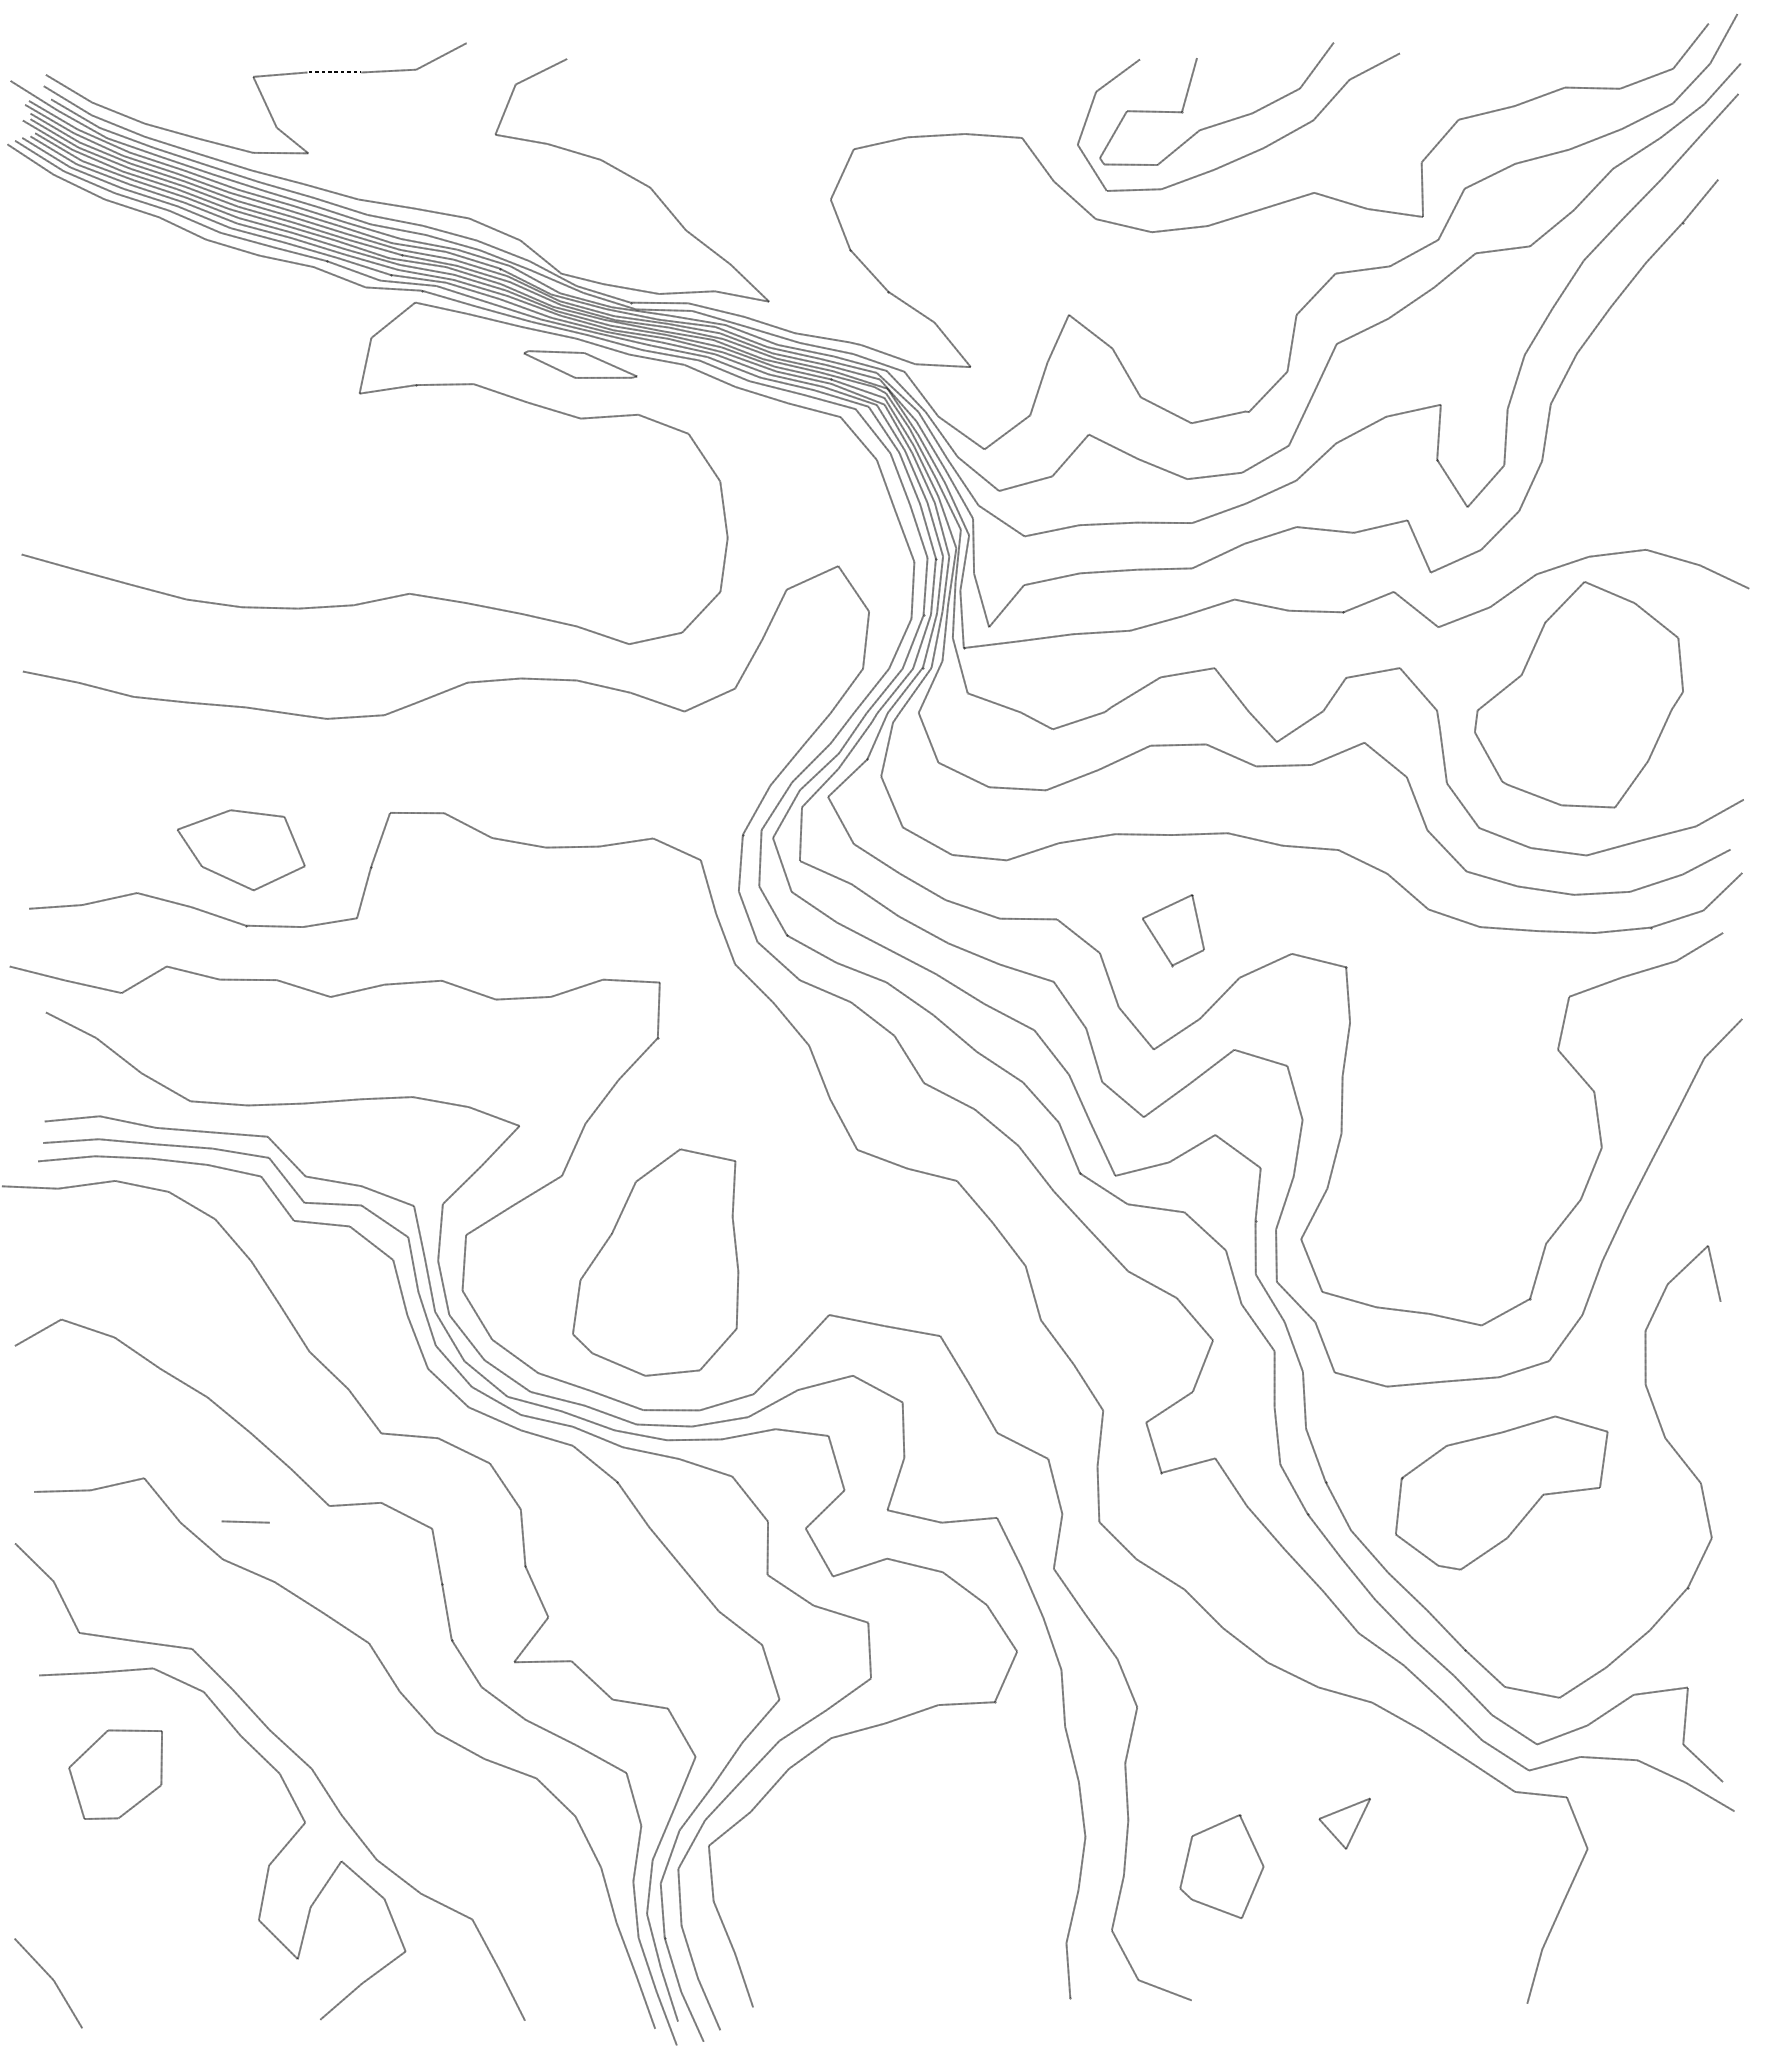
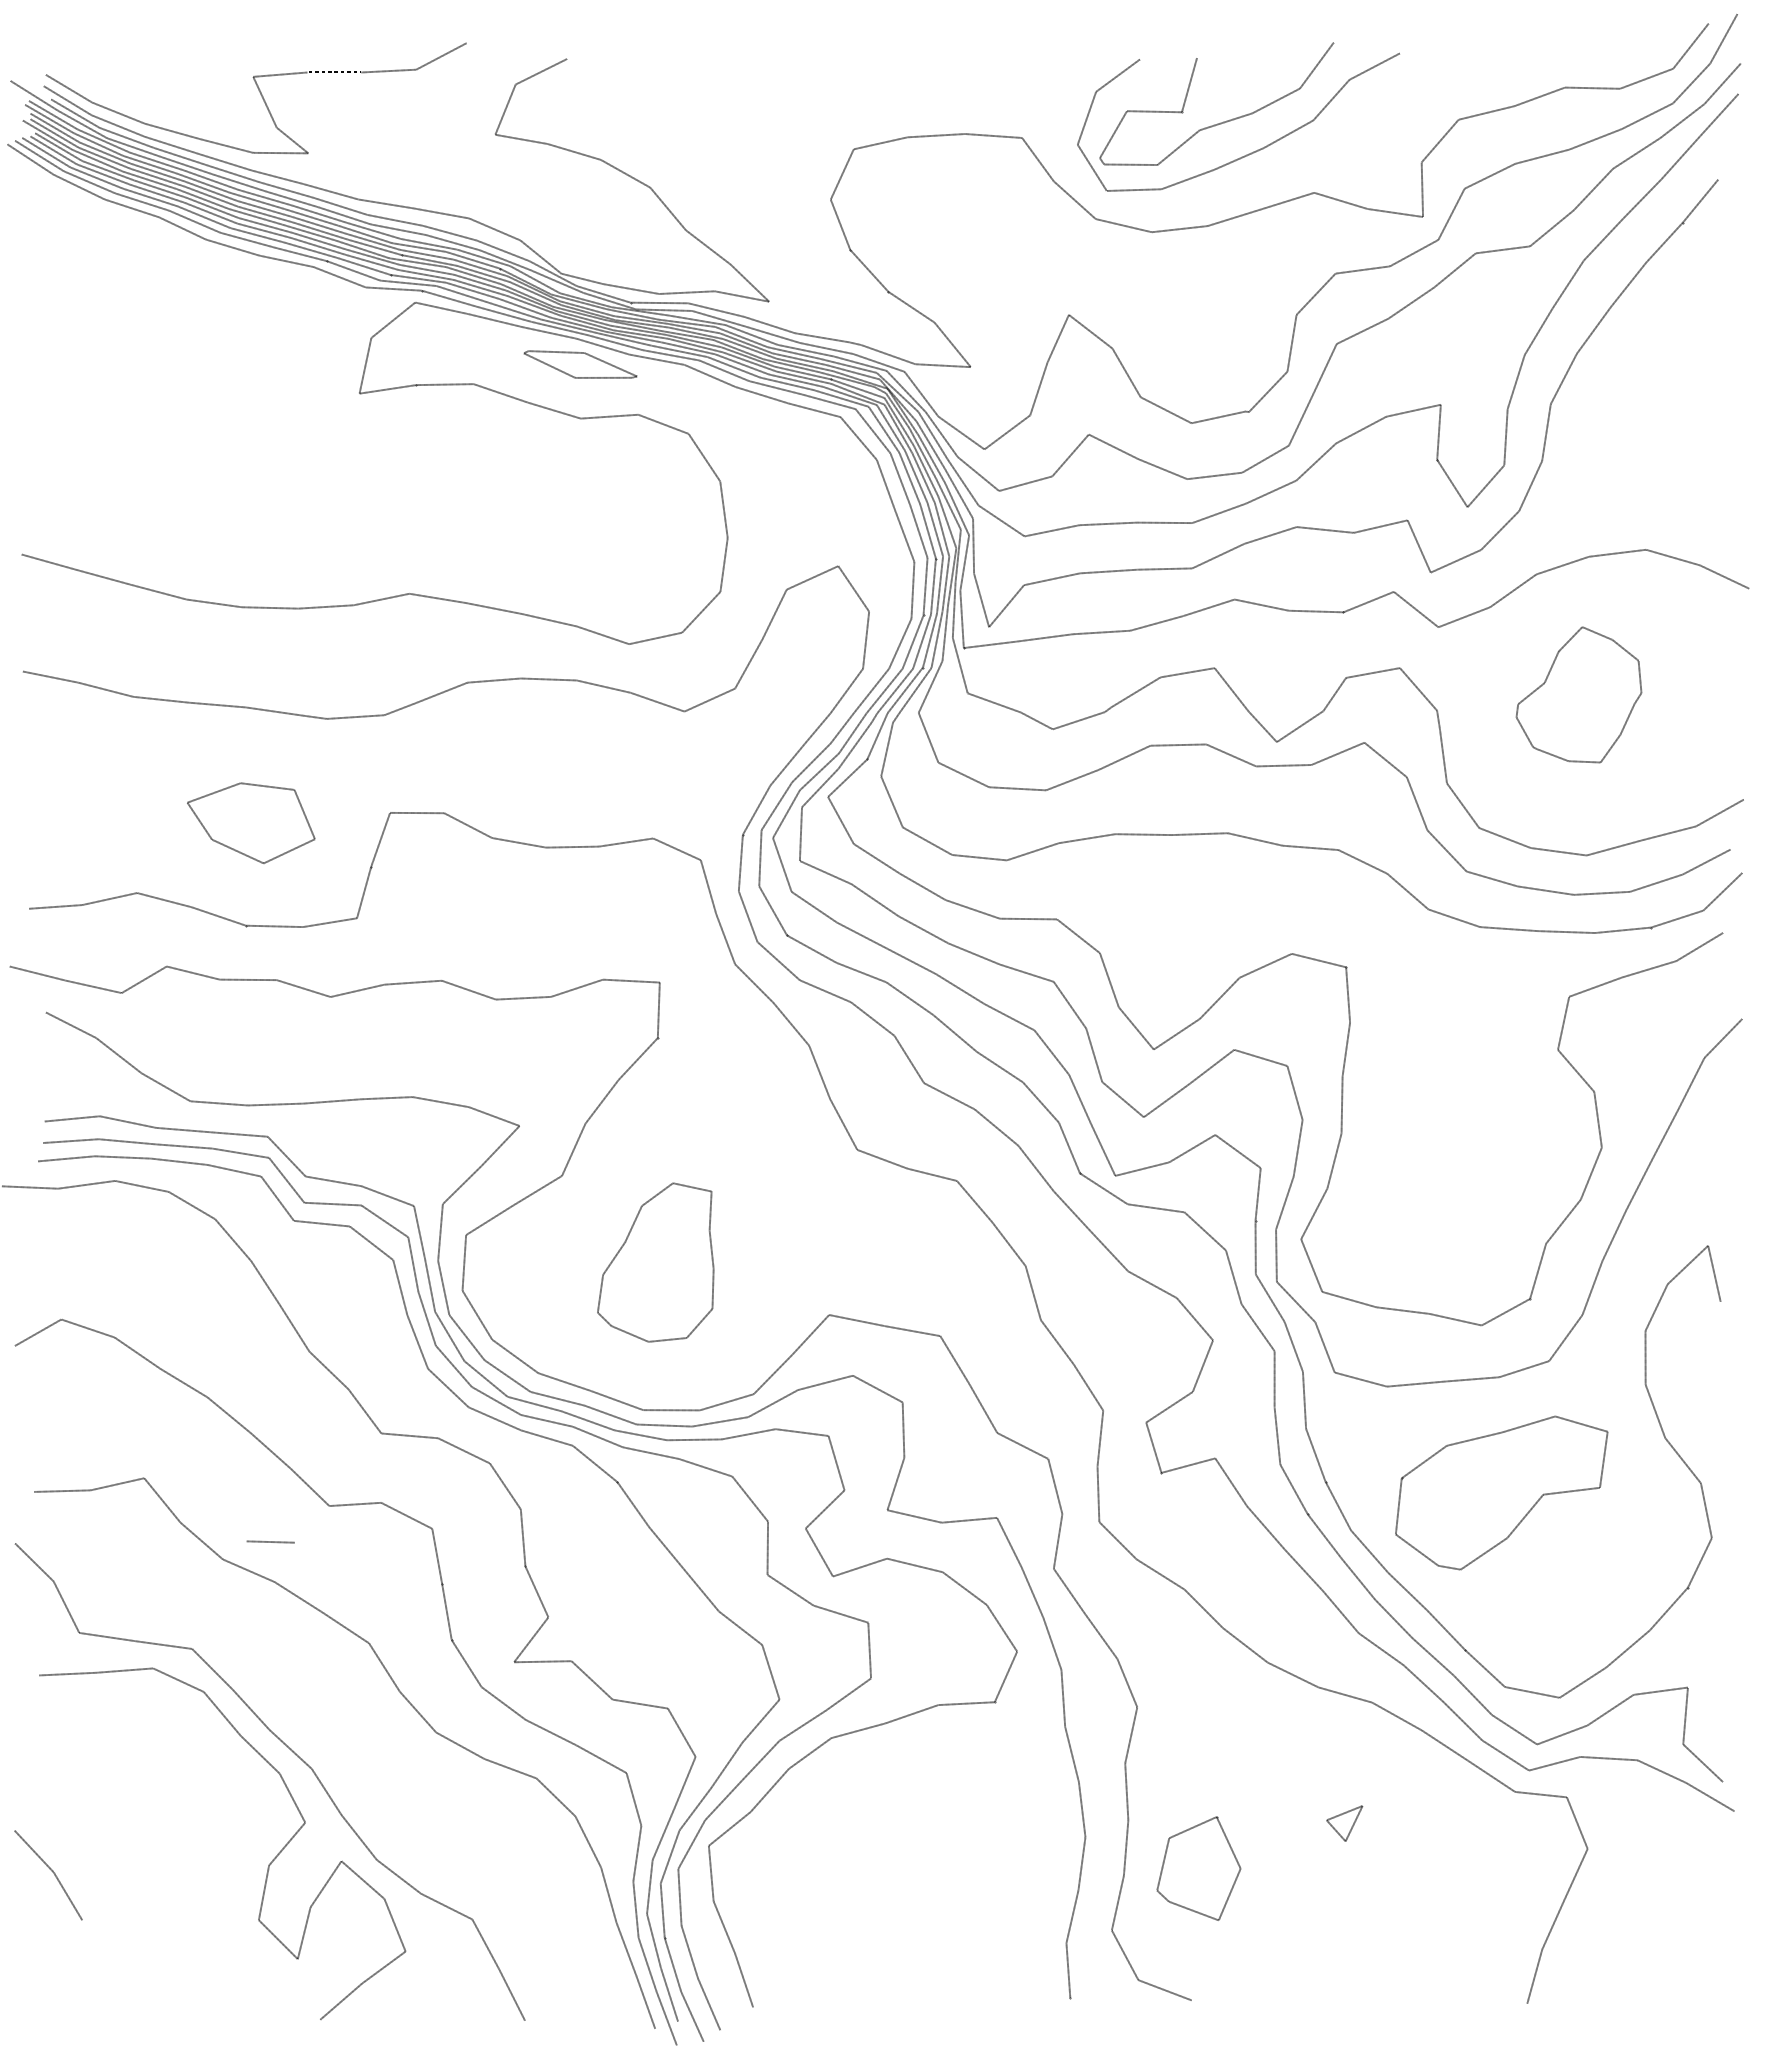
part at (1578, 694) size: 210x228 px -> 128x138 px
part at (241, 849) position: (241, 849) -> (251, 822)
part at (1173, 930): present -> none
part at (655, 1262) size: 168x229 px -> 118x161 px
line at (245, 1521) position: (245, 1521) -> (270, 1541)
part at (115, 1774): present -> none
part at (1344, 1823) size: 53x53 px -> 38x37 px
part at (1221, 1866) position: (1221, 1866) -> (1198, 1868)
line at (51, 1979) position: (51, 1979) -> (51, 1871)
